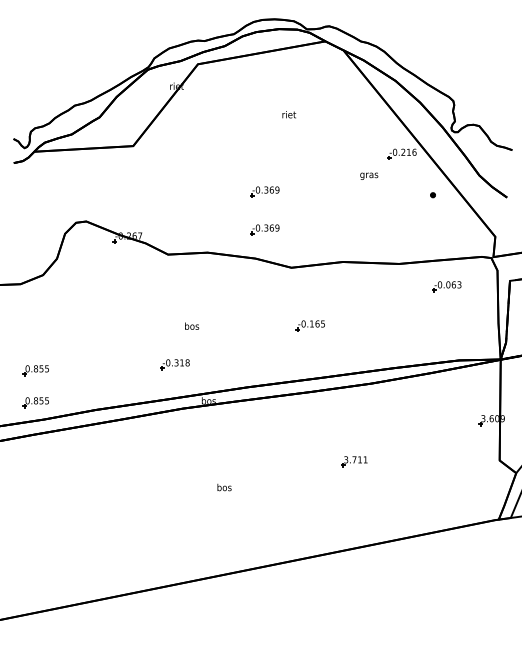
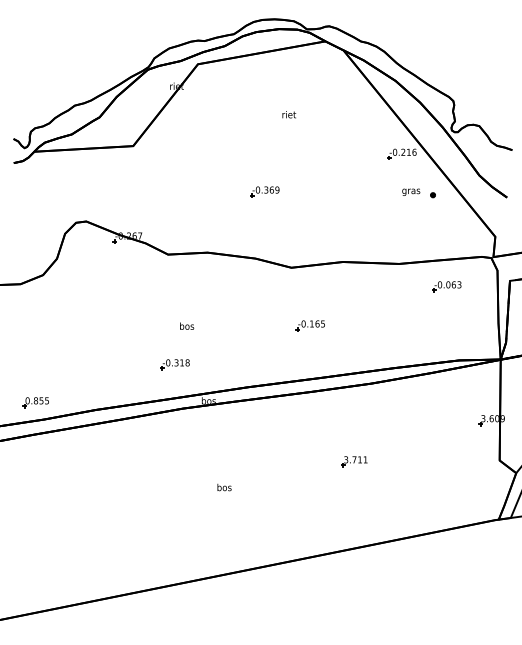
text at (369, 175) position: (369, 175) -> (411, 191)
part at (264, 229): present -> none
text at (192, 325) position: (192, 325) -> (187, 325)
part at (35, 370): present -> none
